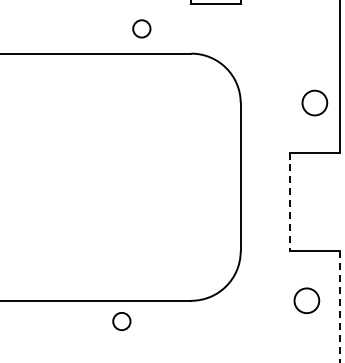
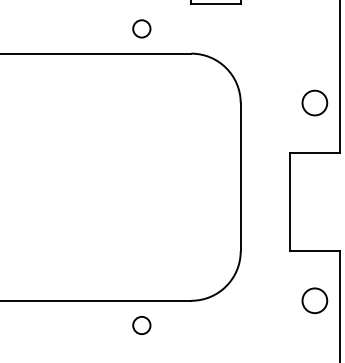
line at (290, 202): dashed -> solid
circle at (306, 300) position: (306, 300) -> (314, 300)
line at (339, 307): dashed -> solid
circle at (121, 321) position: (121, 321) -> (141, 325)
